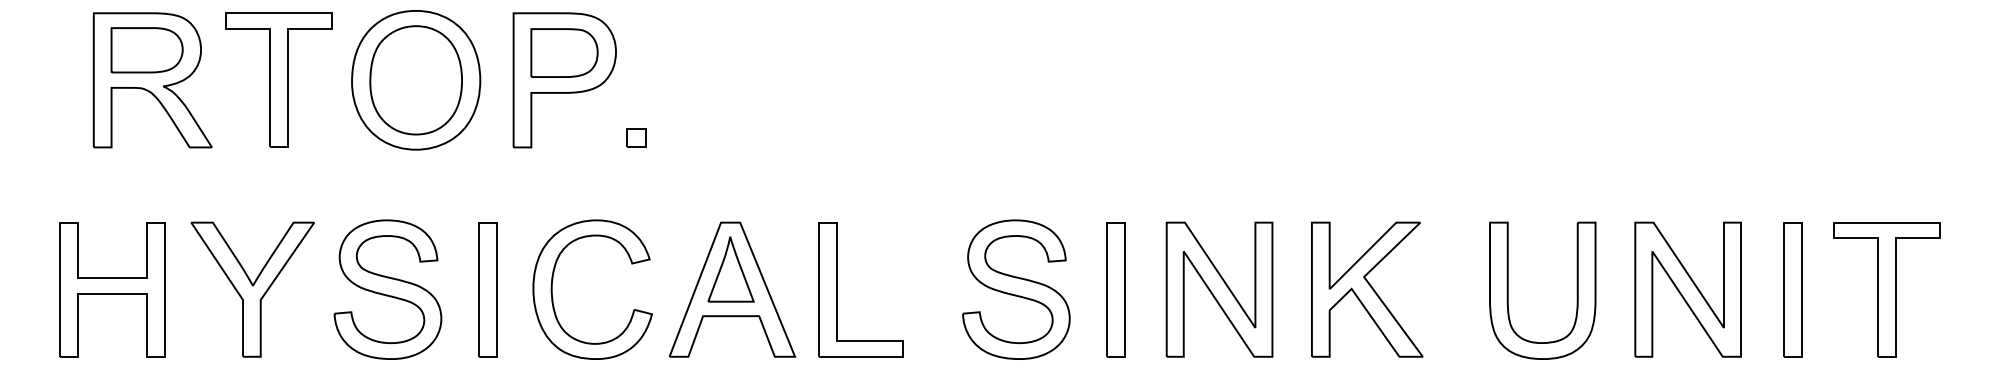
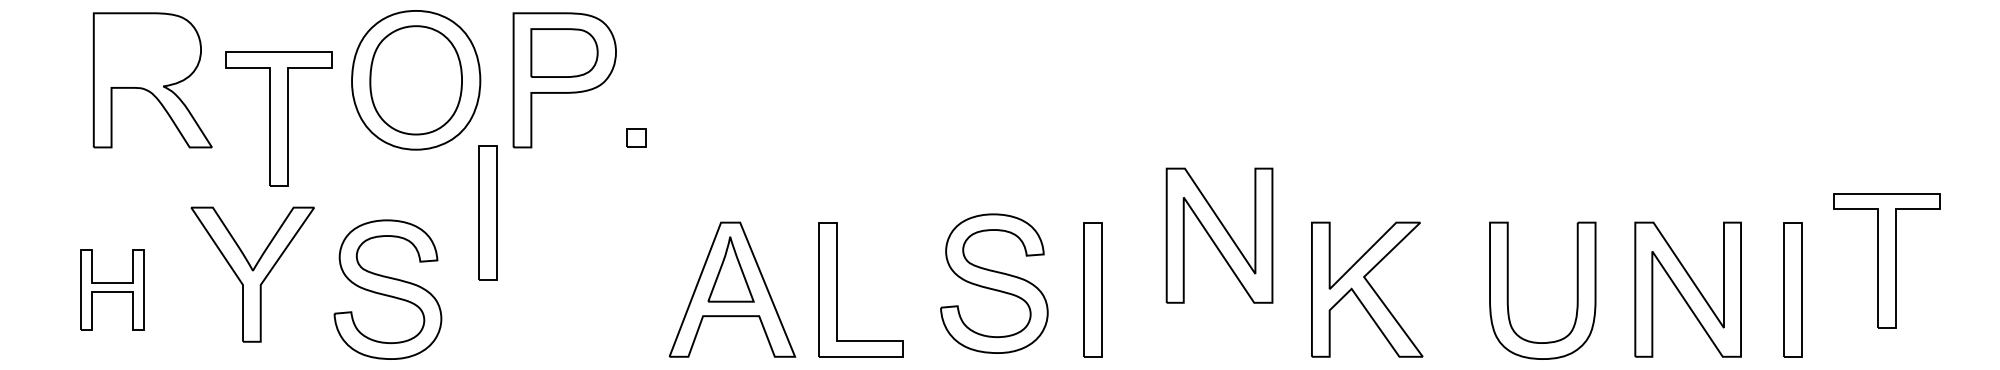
part at (146, 50): present -> none
part at (278, 79) position: (278, 79) -> (278, 118)
part at (112, 289) size: 107x136 px -> 65x82 px
part at (252, 289) position: (252, 289) -> (252, 274)
part at (487, 289) position: (487, 289) -> (487, 212)
part at (552, 289): present -> none
part at (1016, 289) position: (1016, 289) -> (994, 283)
part at (1115, 289) position: (1115, 289) -> (1092, 289)
part at (1219, 289) position: (1219, 289) -> (1219, 235)
part at (1886, 289) position: (1886, 289) -> (1886, 260)
